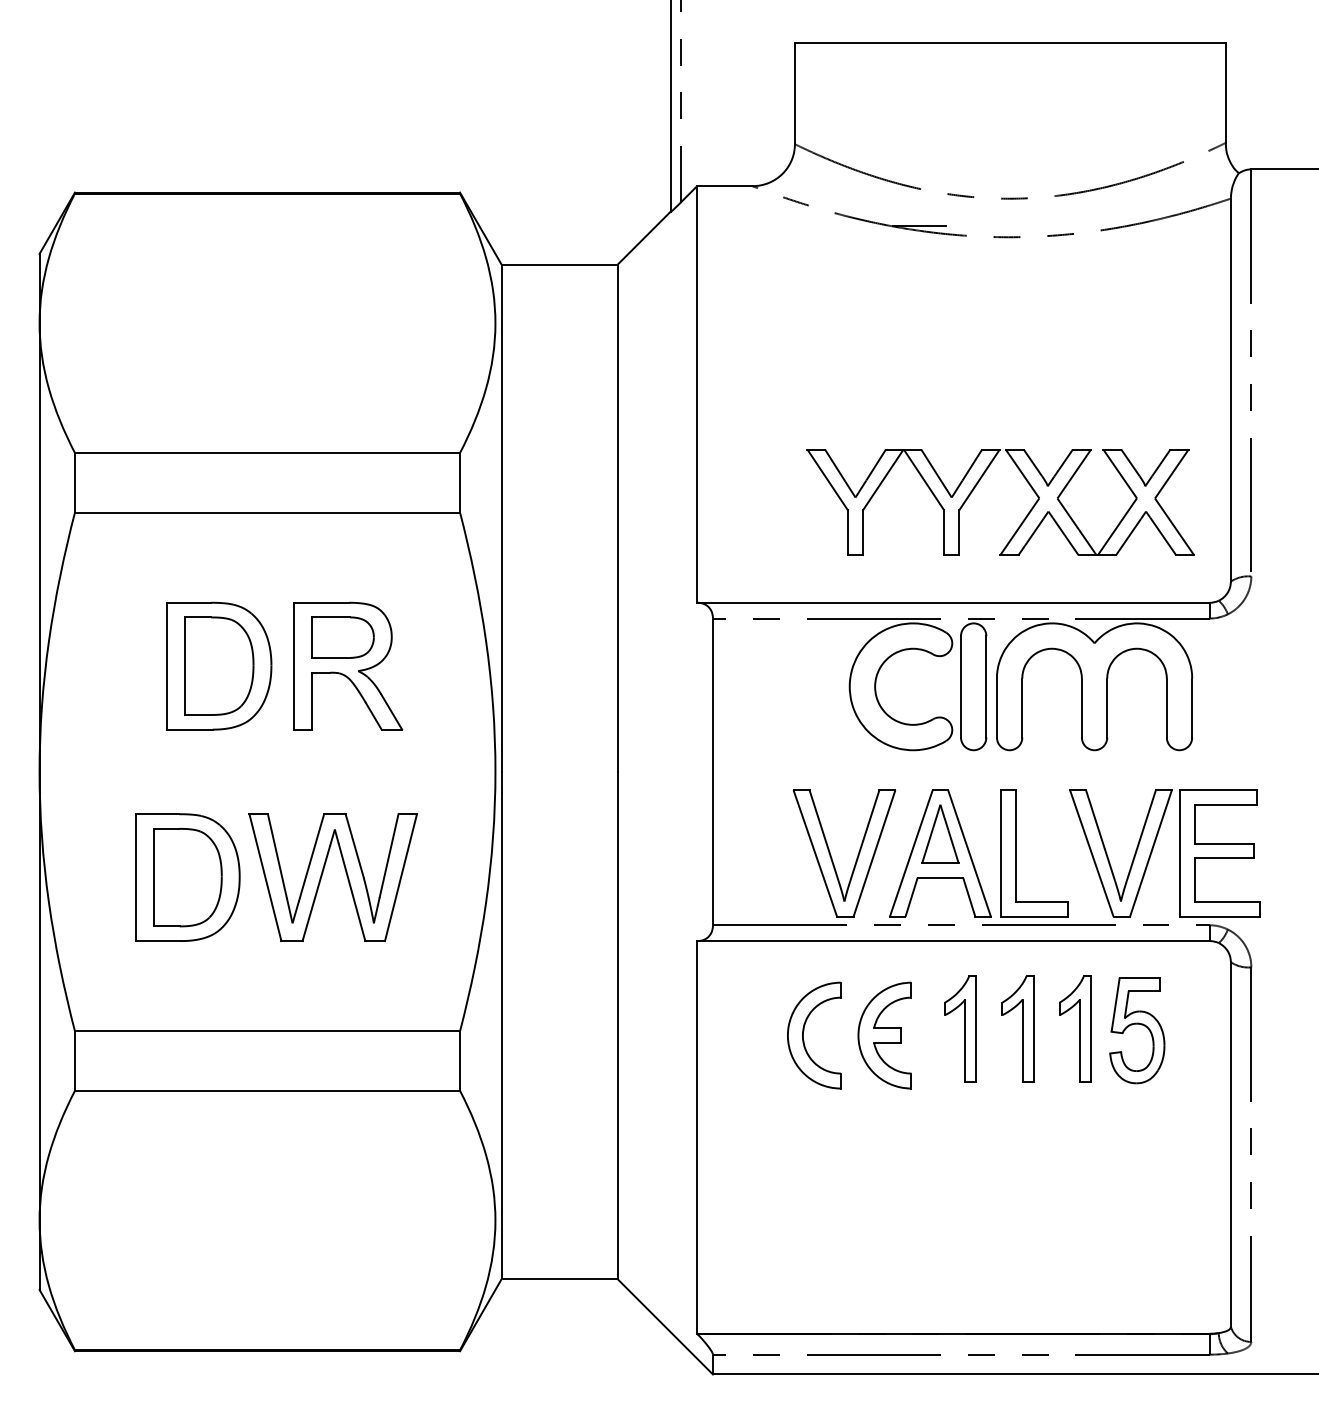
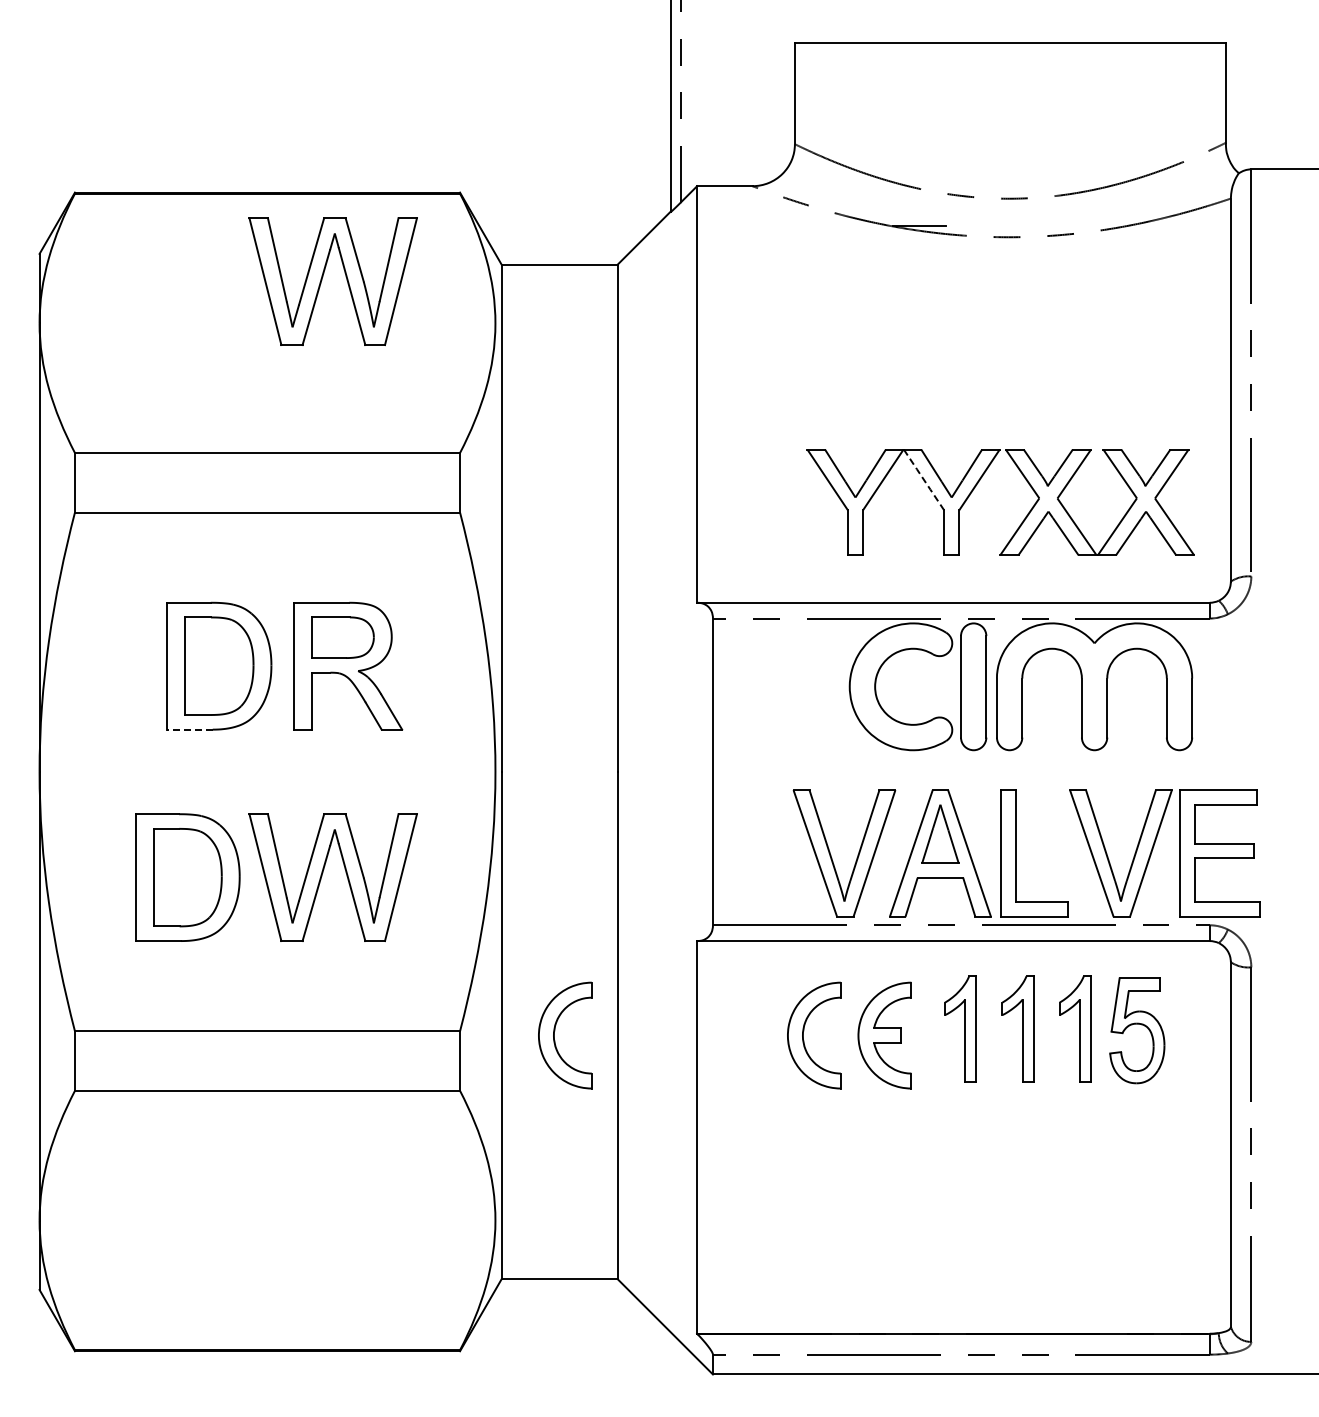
part at (323, 277): none -> present
line at (924, 479): solid -> dashed
line at (190, 729): solid -> dashed
part at (555, 1031): none -> present
